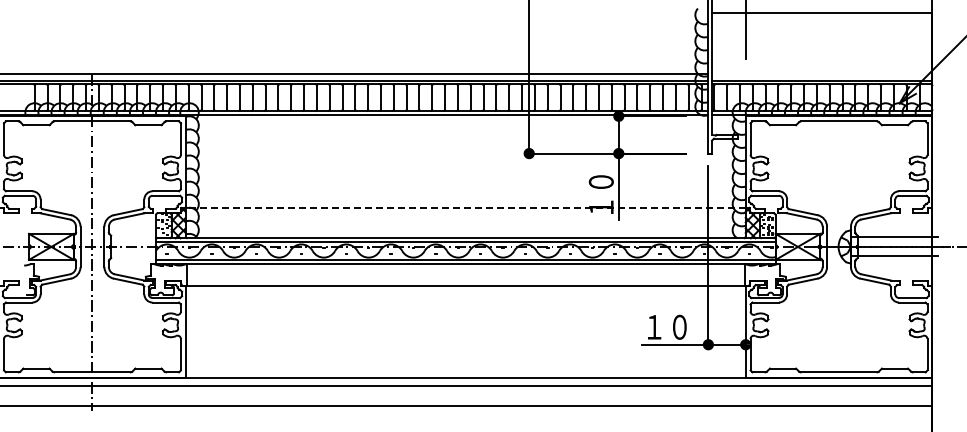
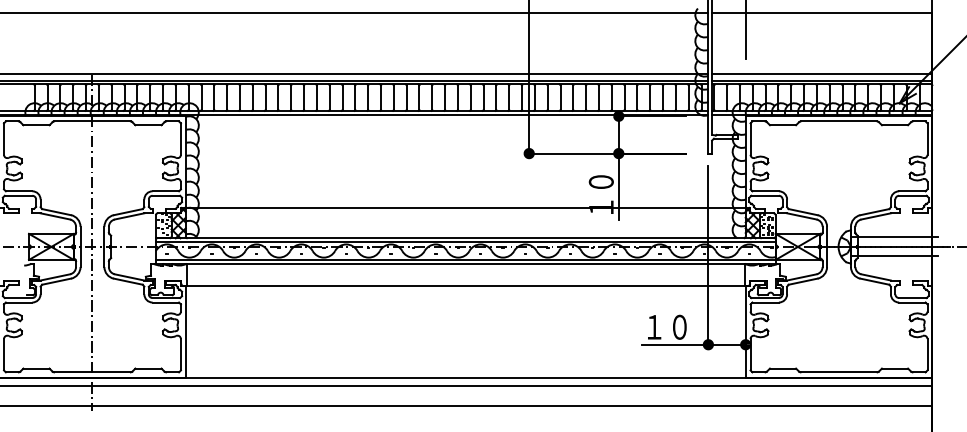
line at (355, 13): none -> present
line at (822, 73): none -> present
line at (465, 207): dashed -> solid
